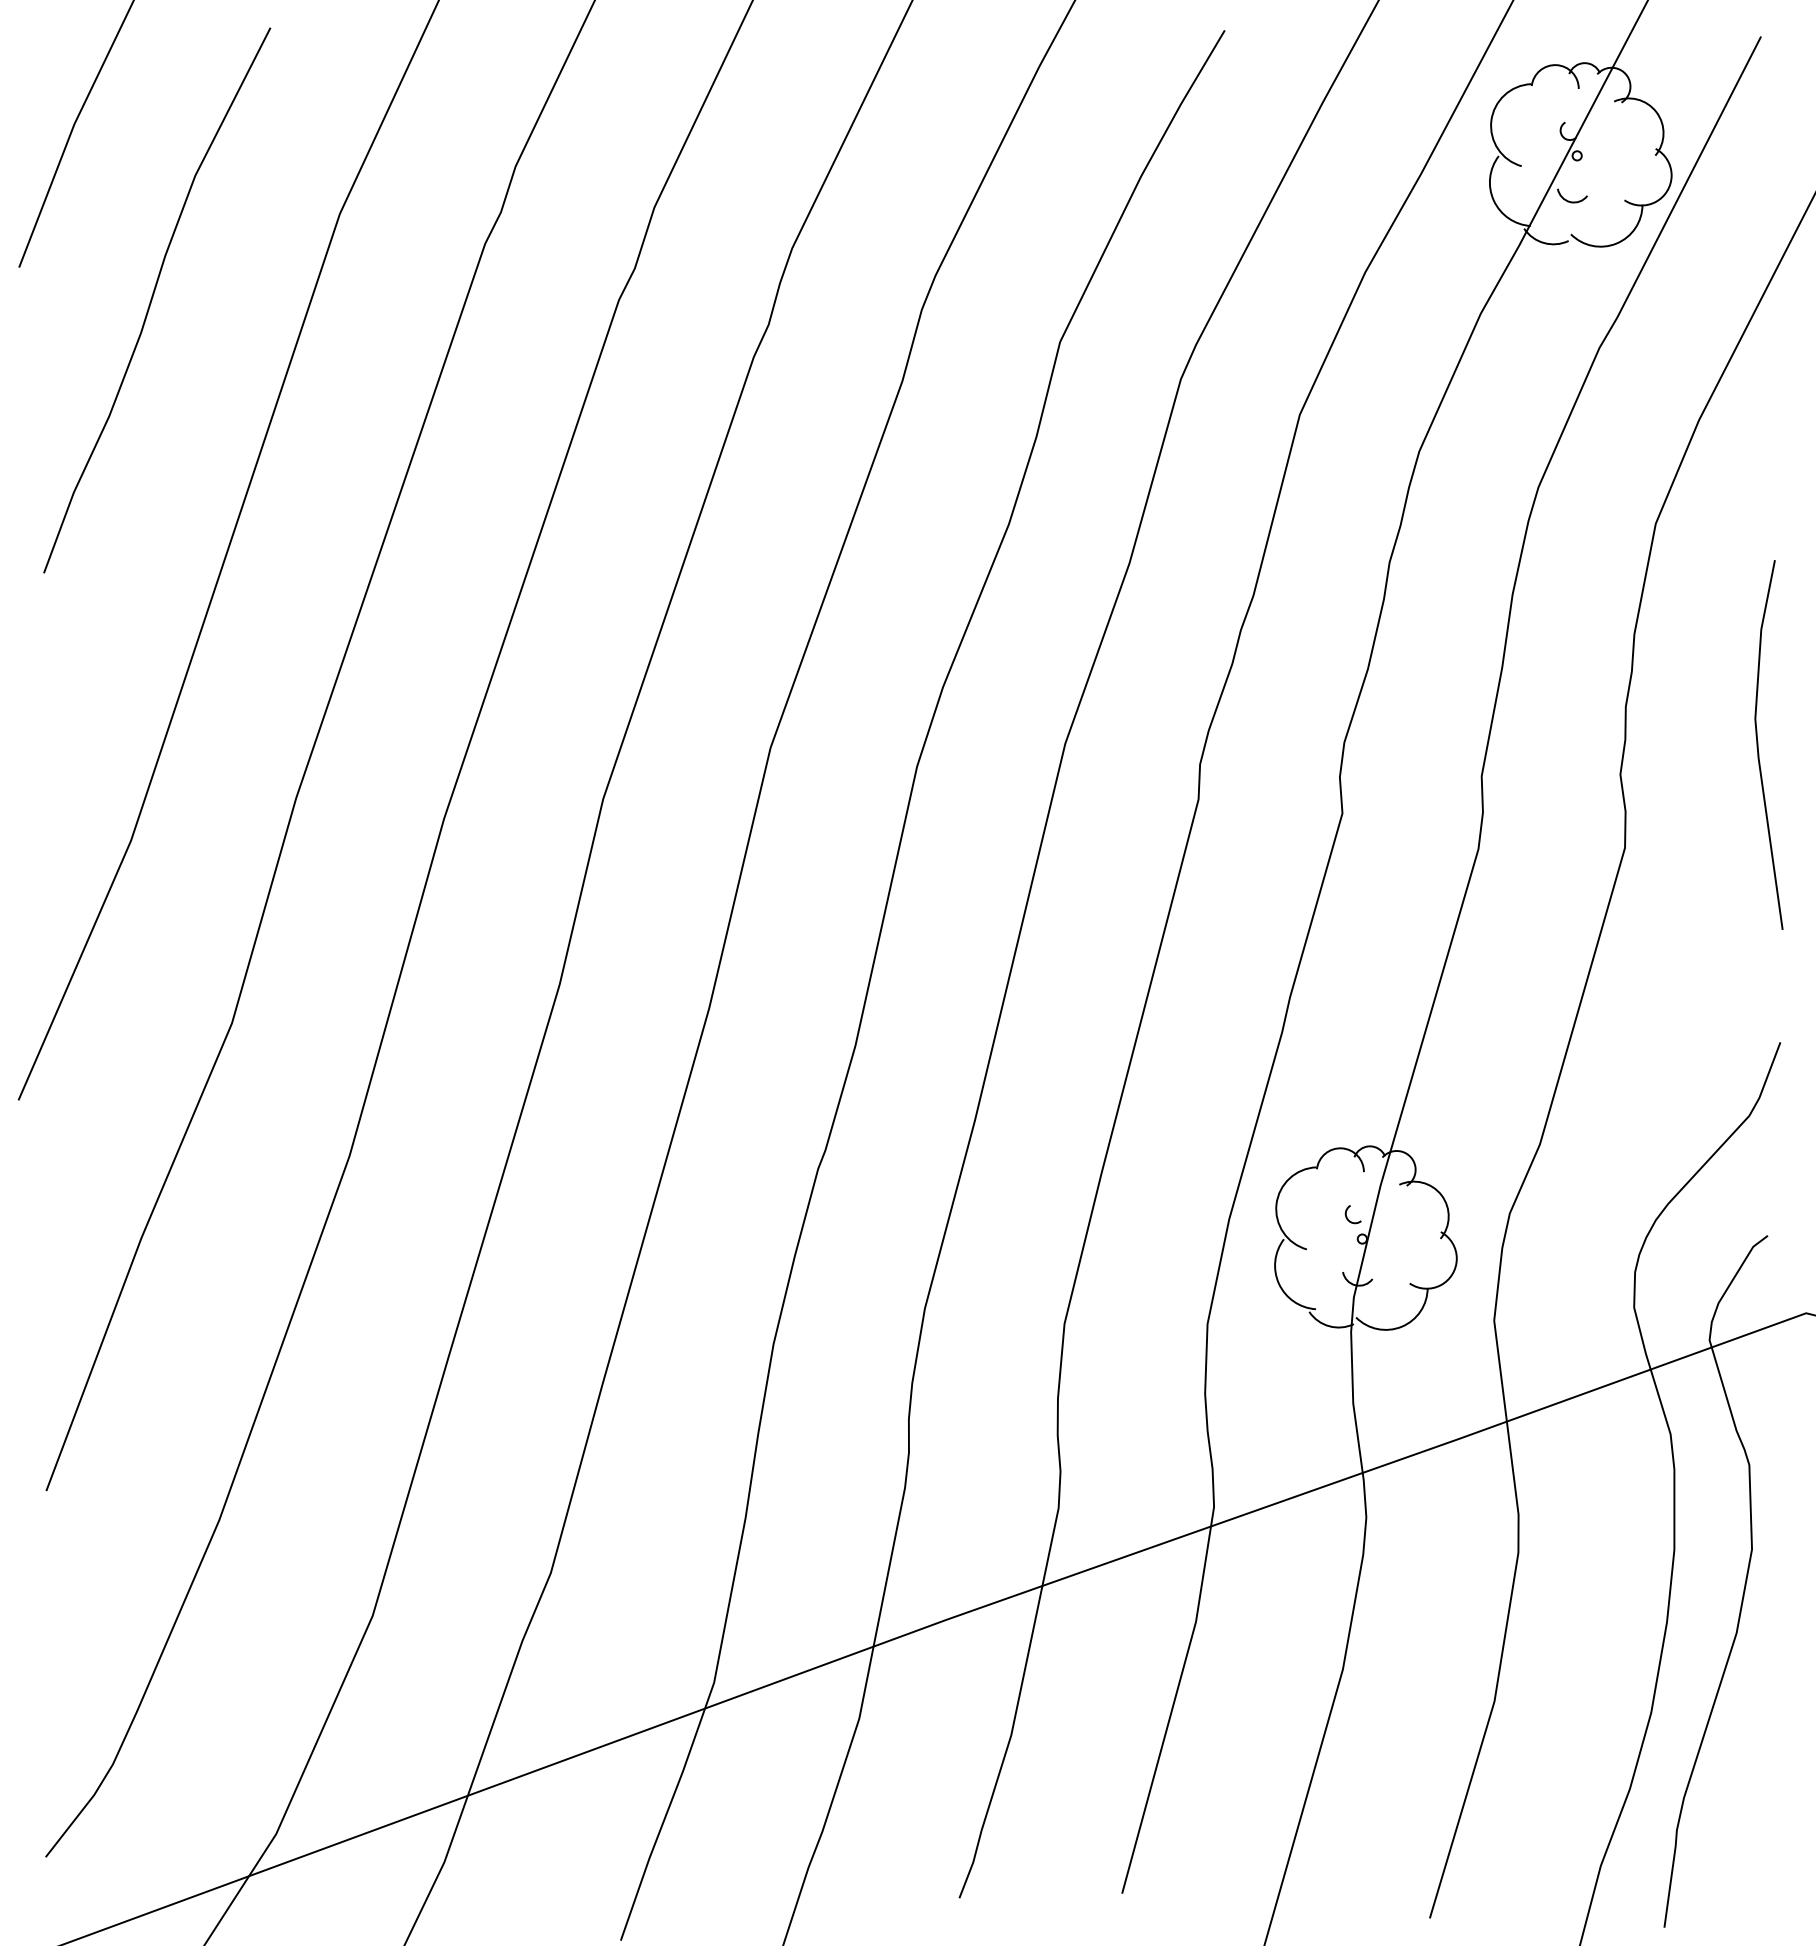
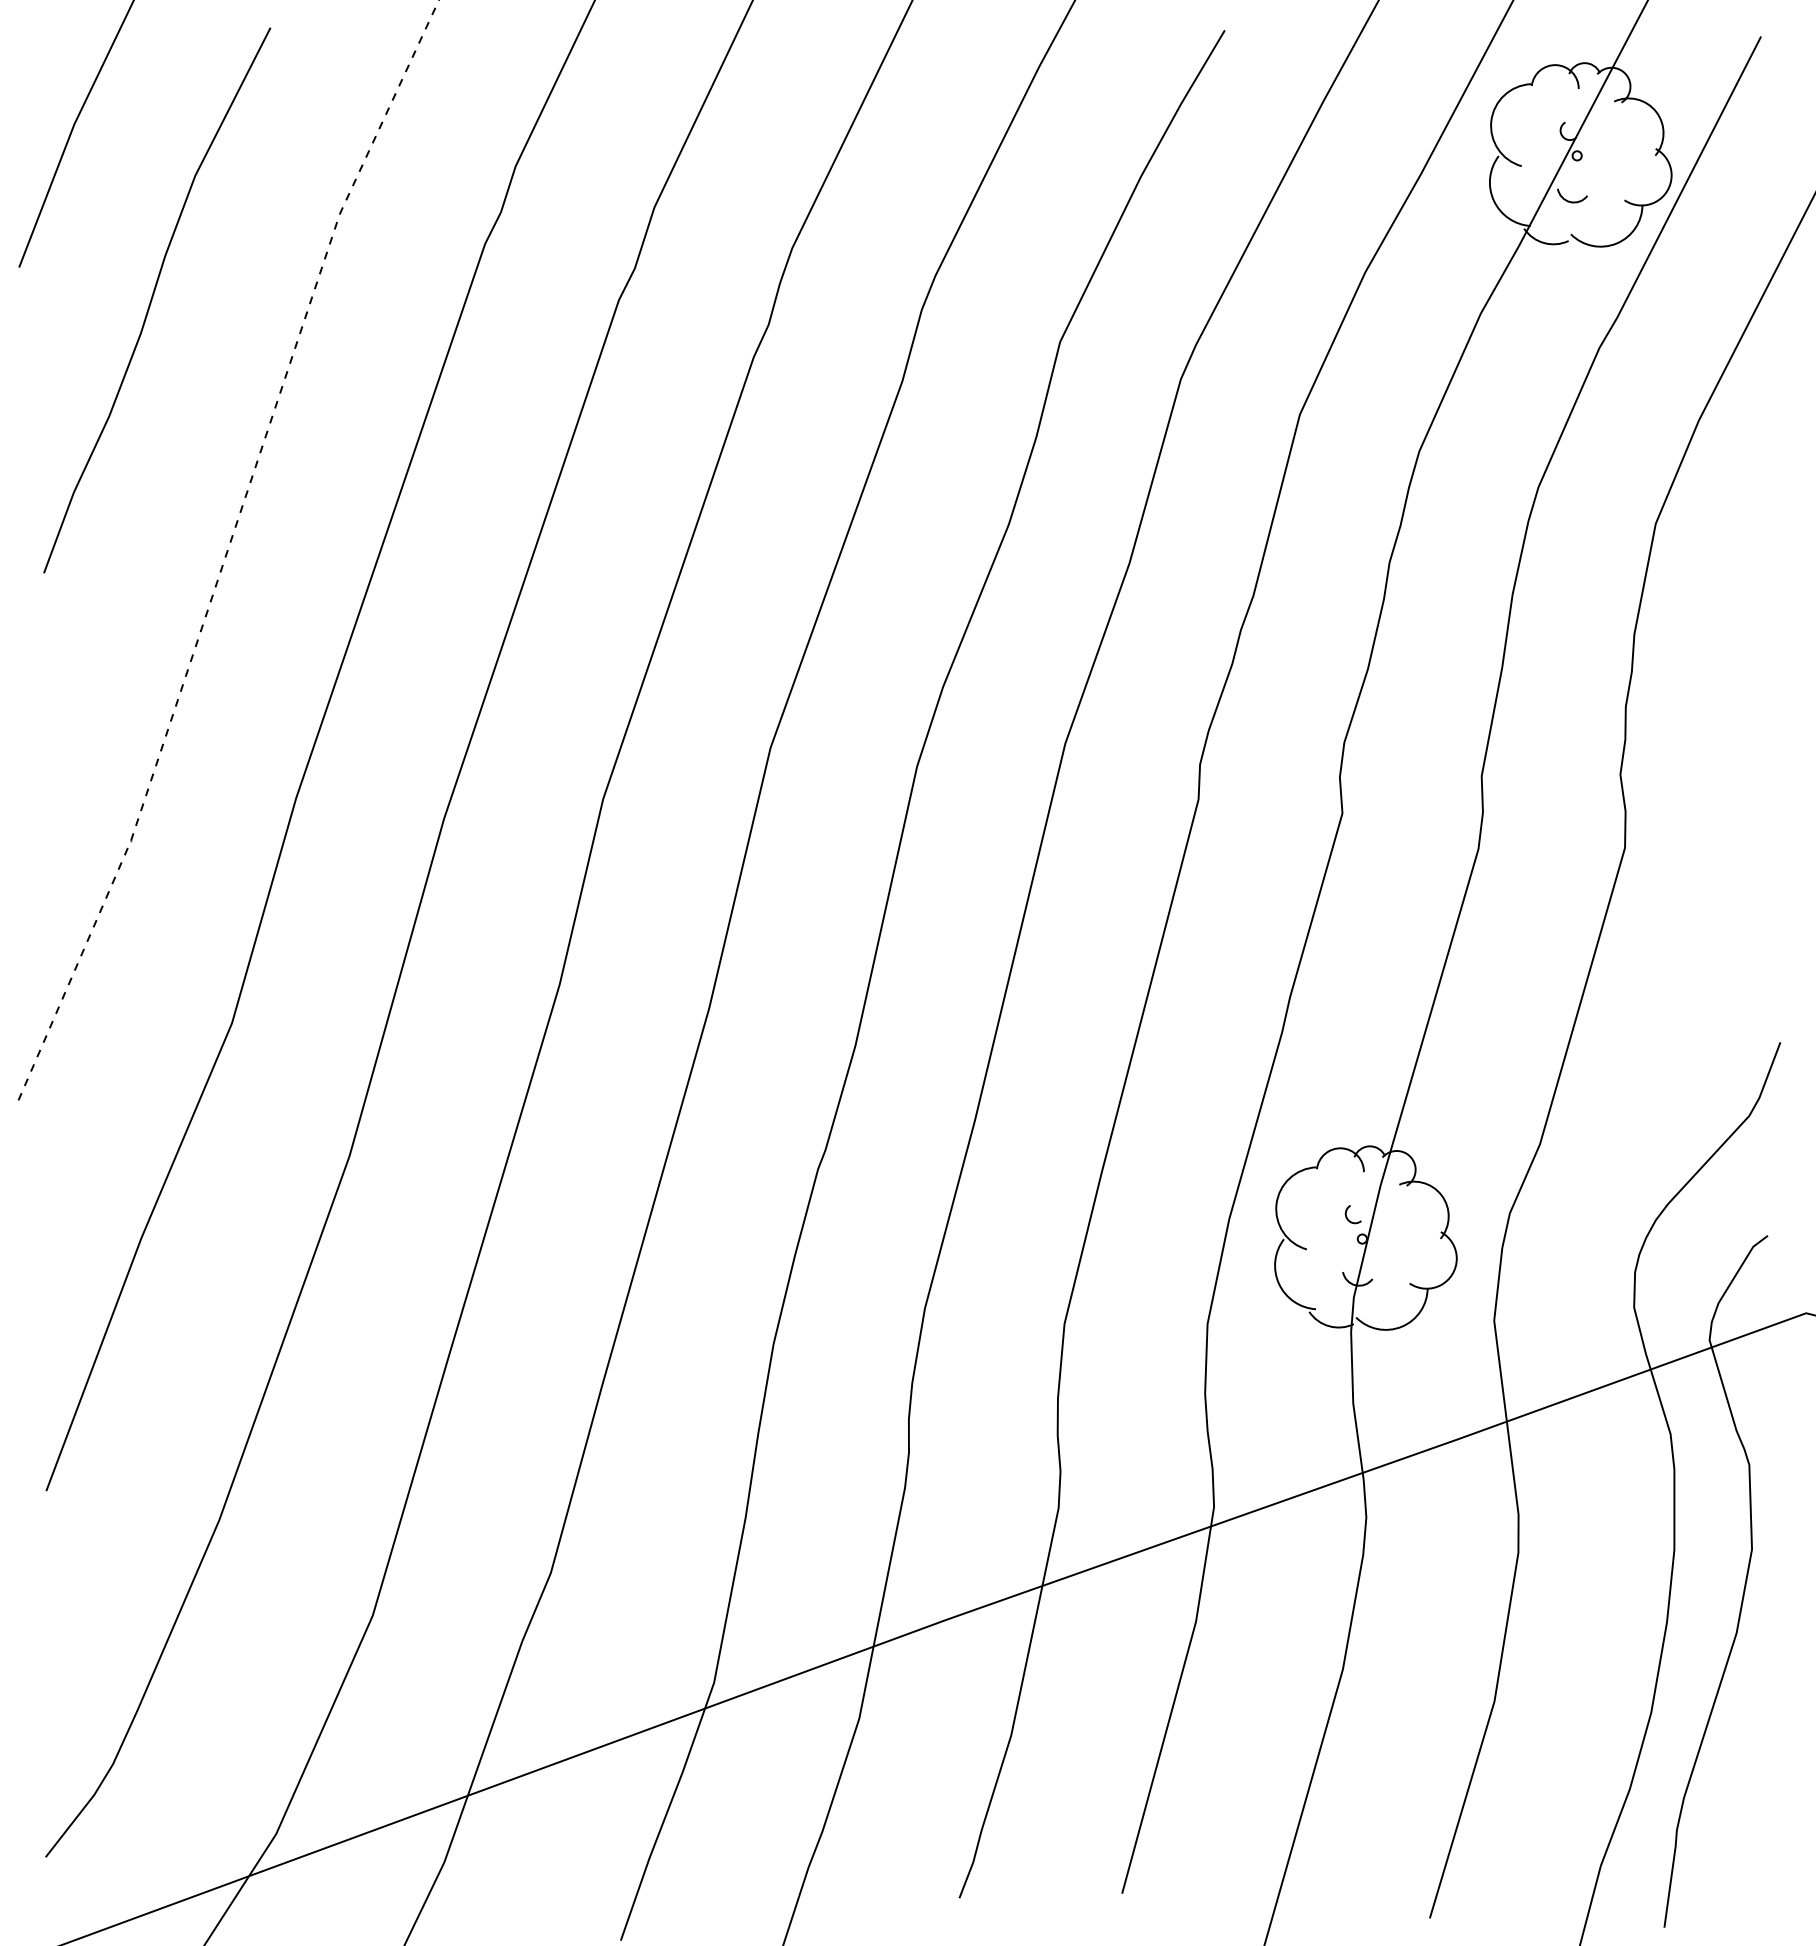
line at (228, 549): solid -> dashed
line at (1758, 744): present -> none
